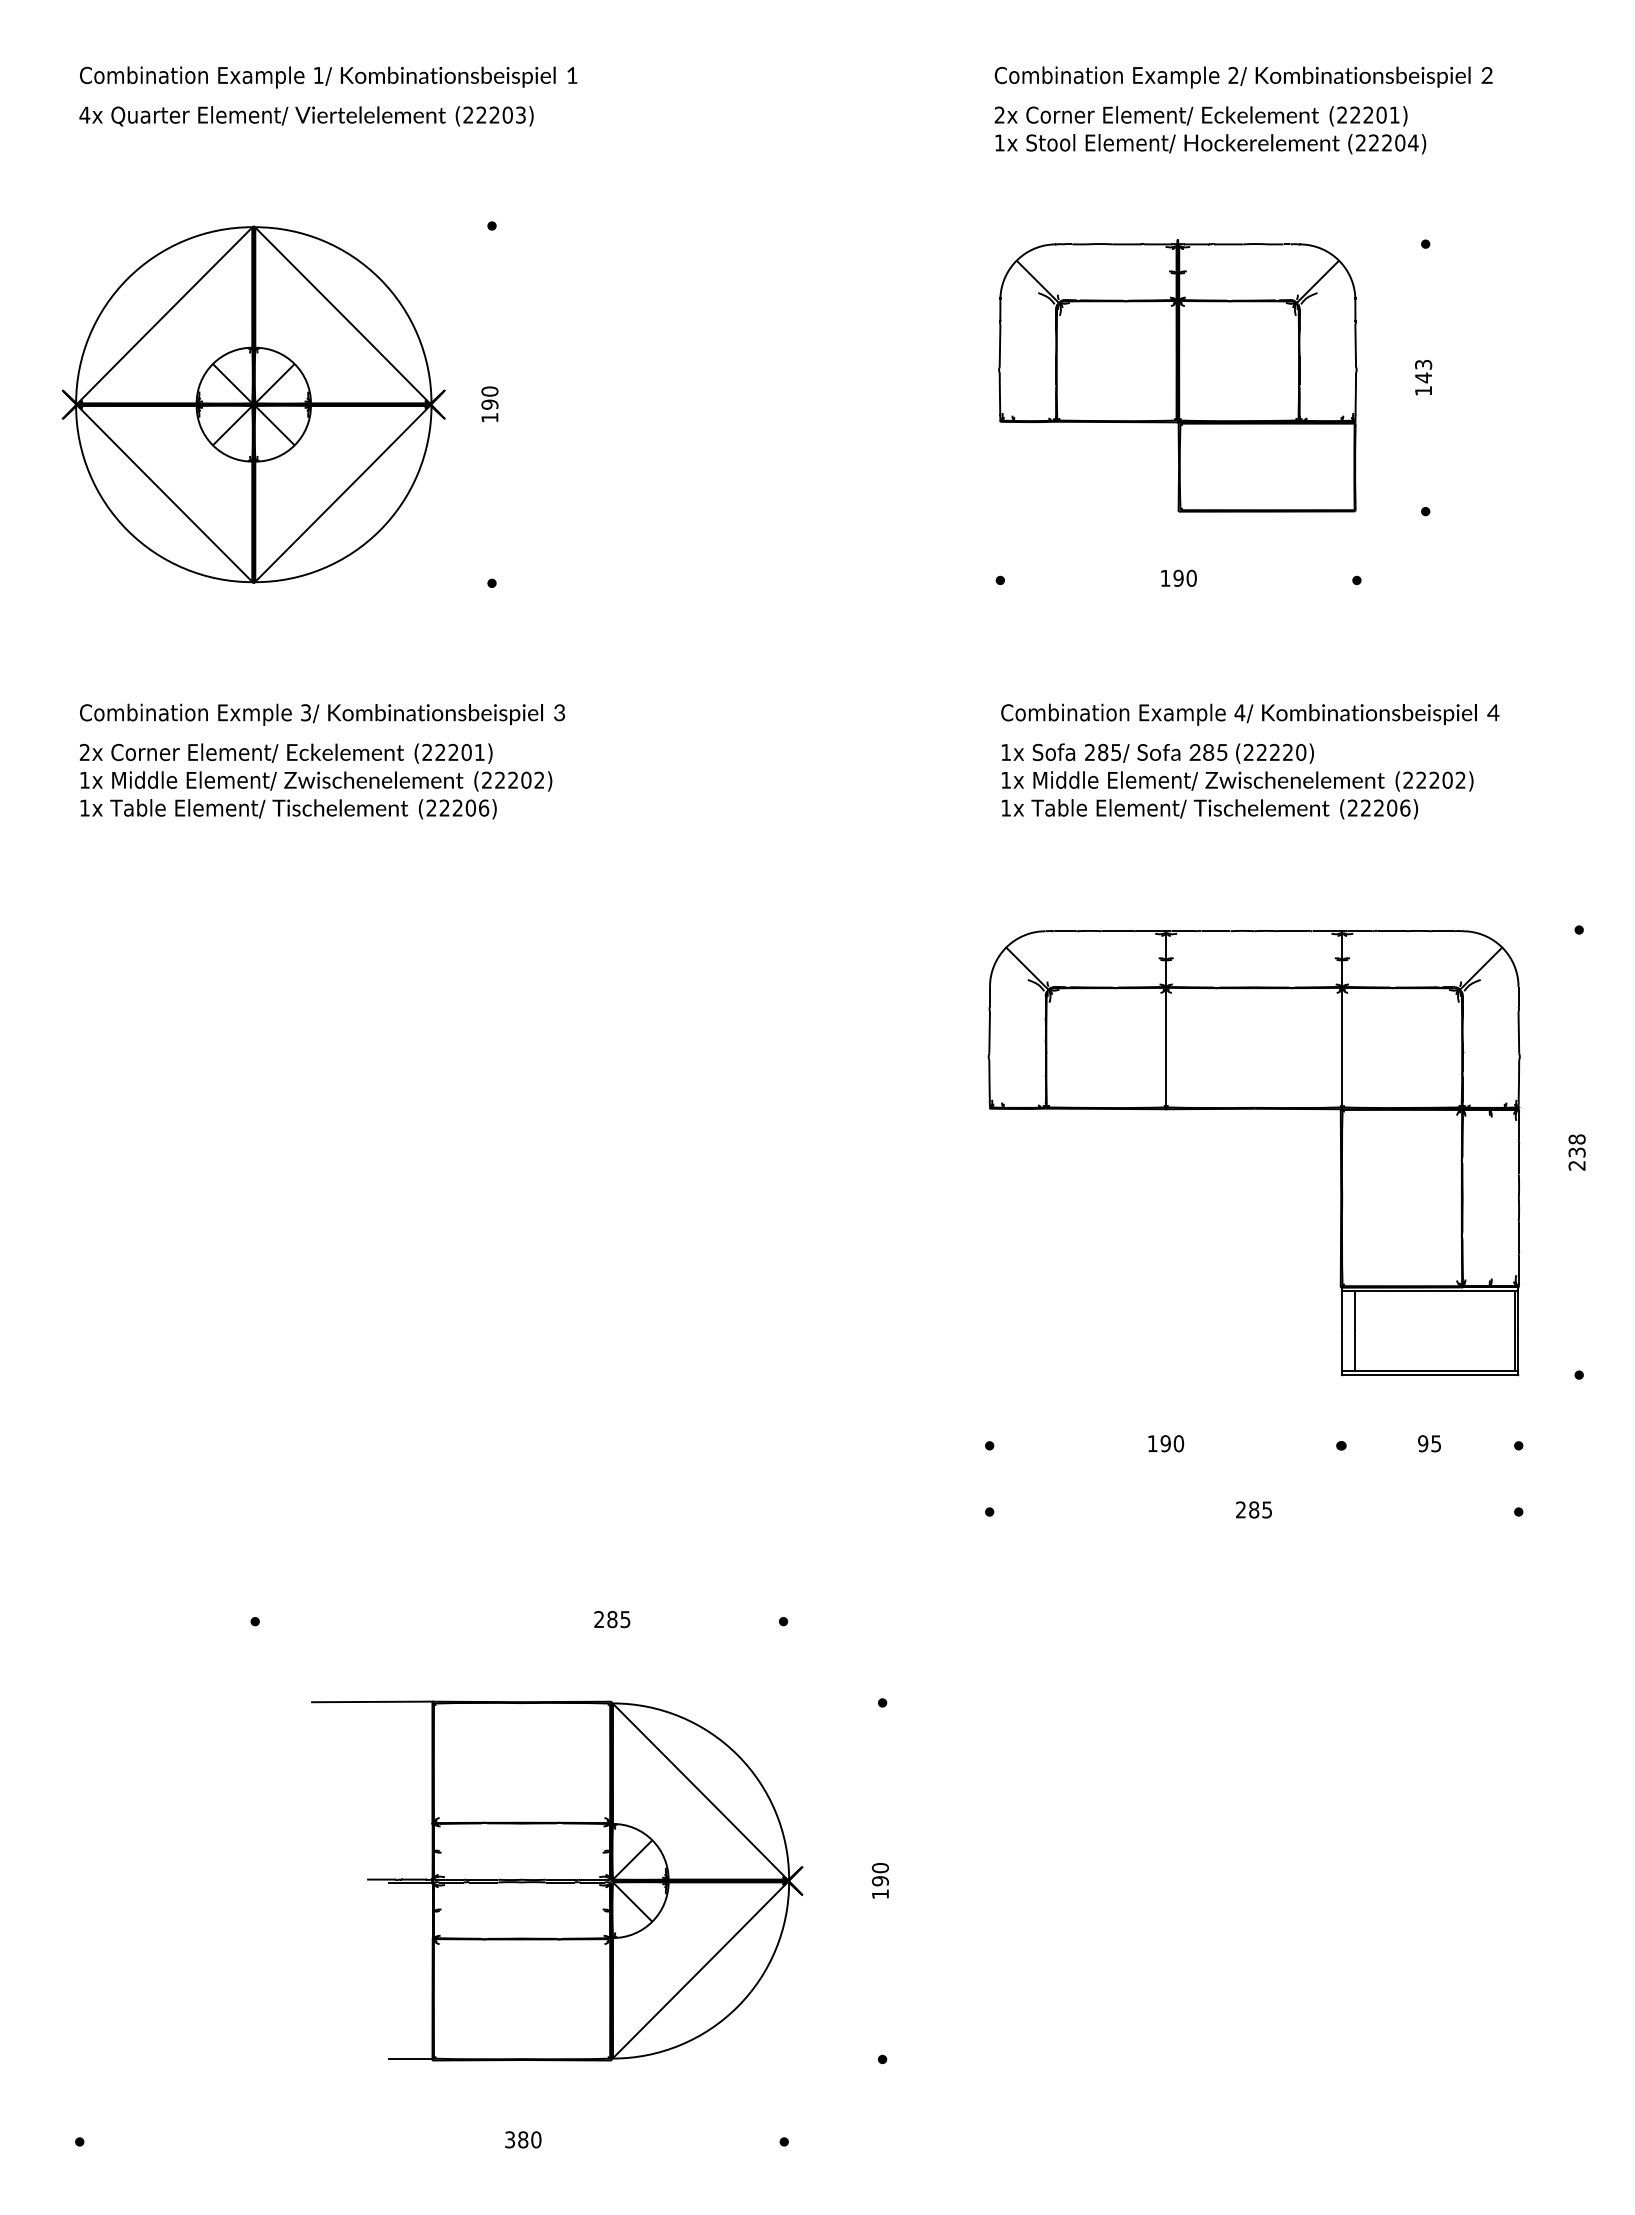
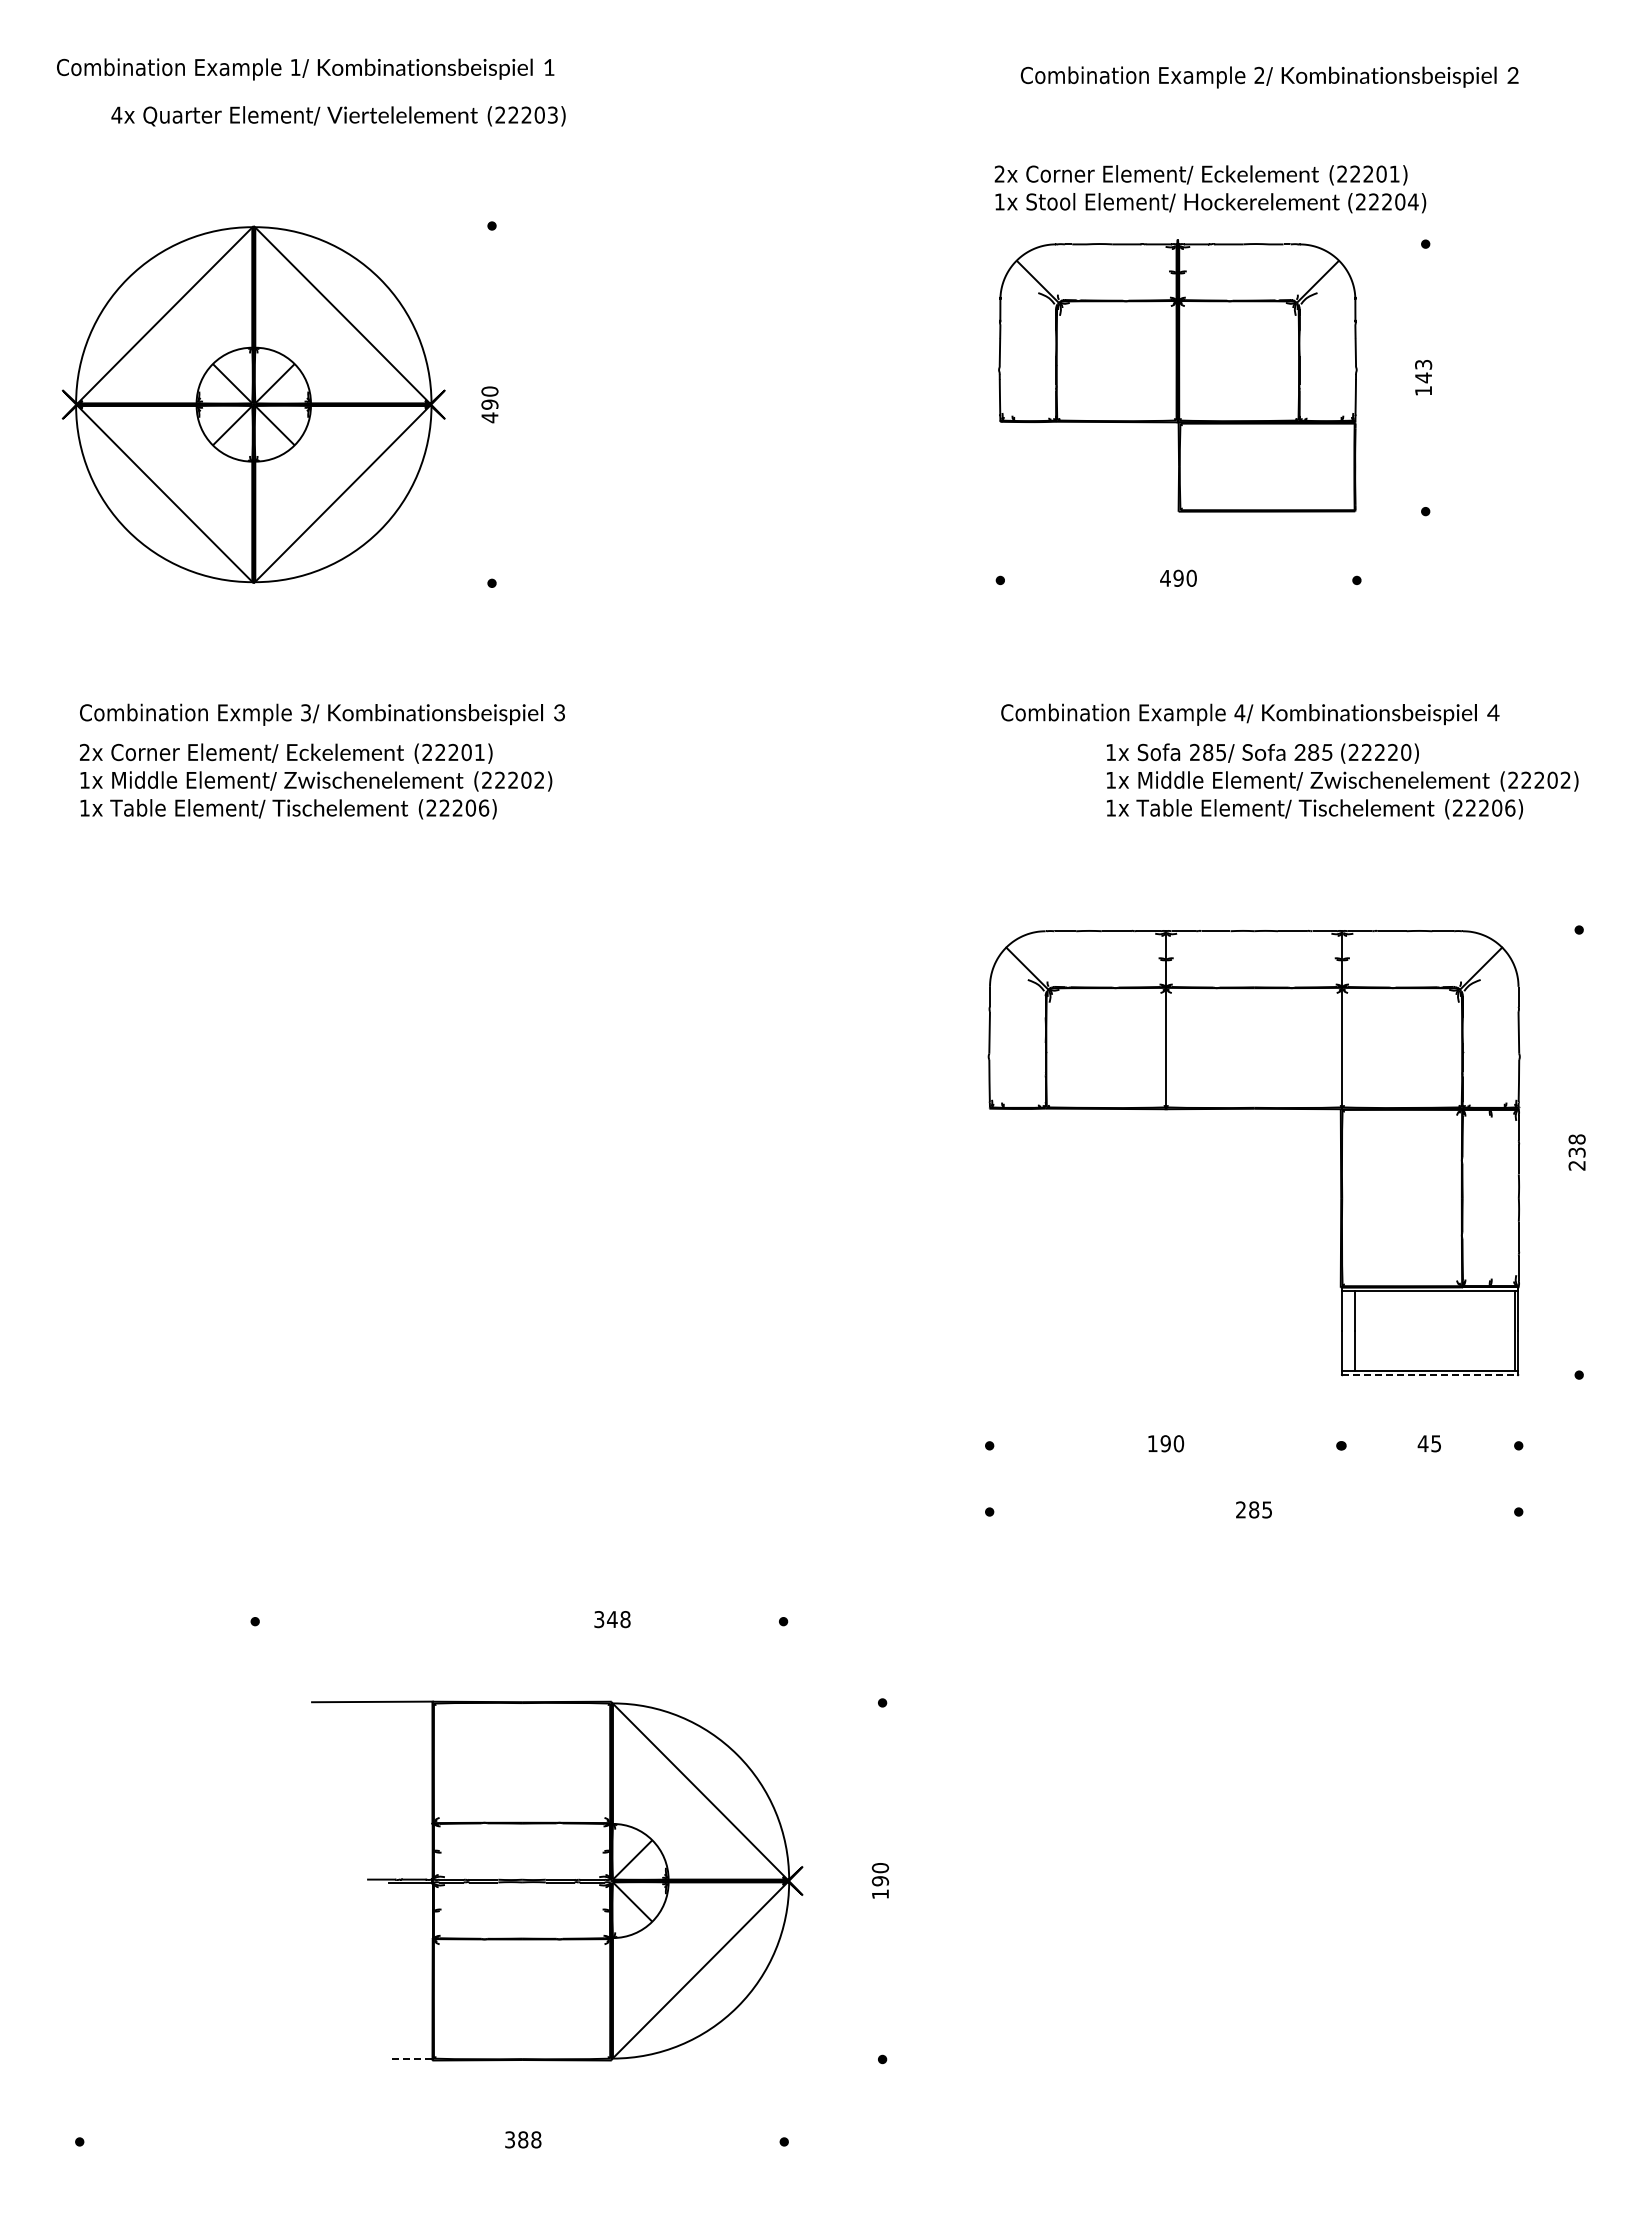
text at (328, 77) position: (328, 77) -> (305, 69)
text at (1243, 77) position: (1243, 77) -> (1269, 77)
text at (306, 116) position: (306, 116) -> (338, 116)
text at (1210, 130) position: (1210, 130) -> (1210, 189)
text at (489, 417): 190 -> 490
text at (1165, 578): 190 -> 490
text at (1237, 781) position: (1237, 781) -> (1342, 781)
line at (1430, 1375): solid -> dashed
text at (1422, 1443): 95 -> 45
text at (612, 1619): 285 -> 348
line at (410, 2059): solid -> dashed
text at (536, 2139): 380 -> 388
